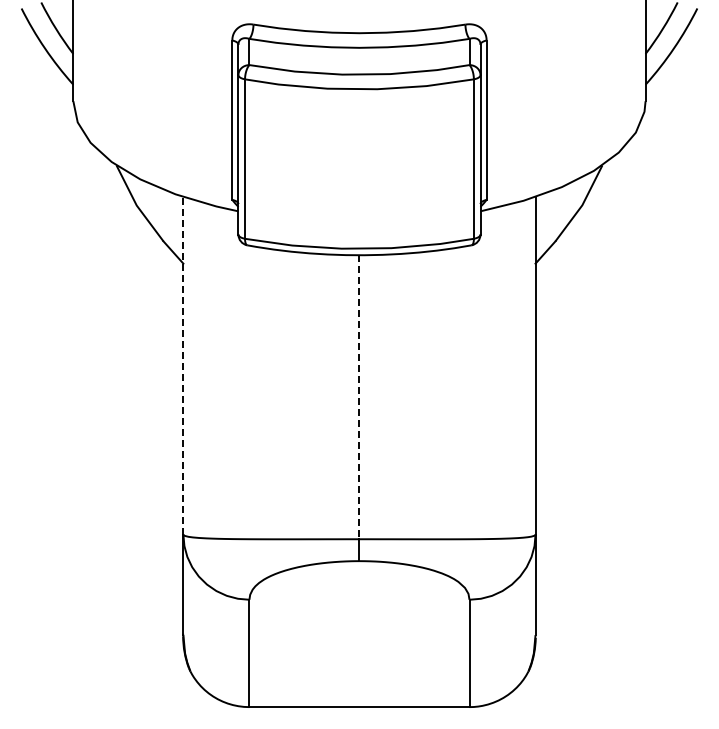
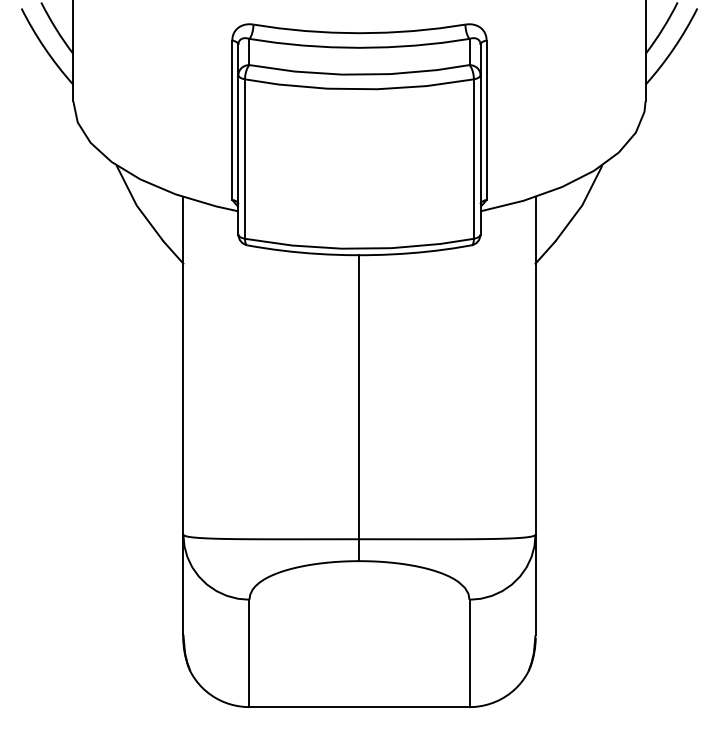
line at (183, 365): dashed -> solid
line at (359, 397): dashed -> solid
